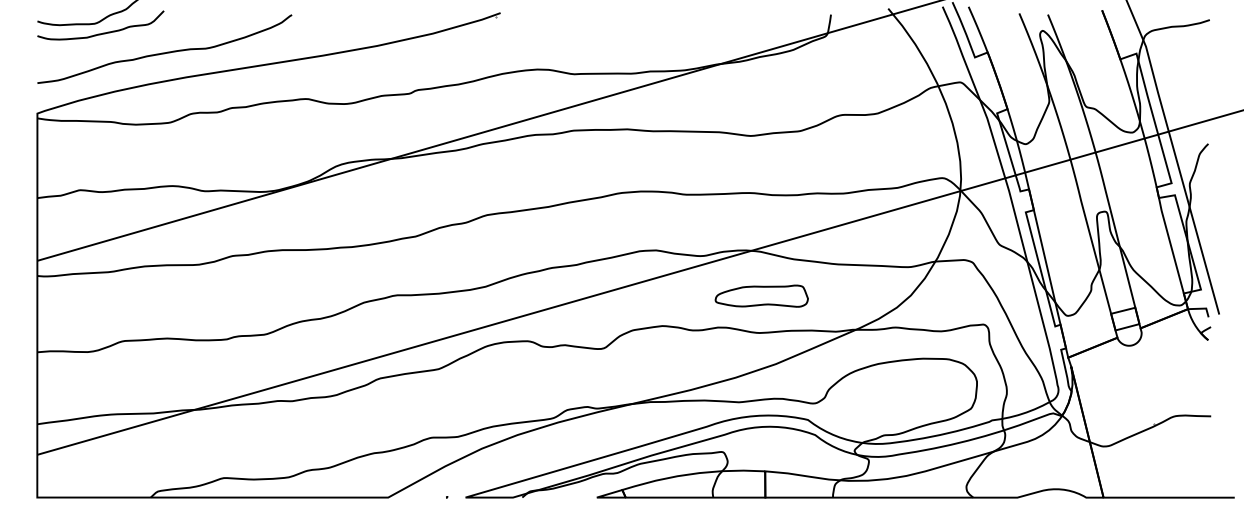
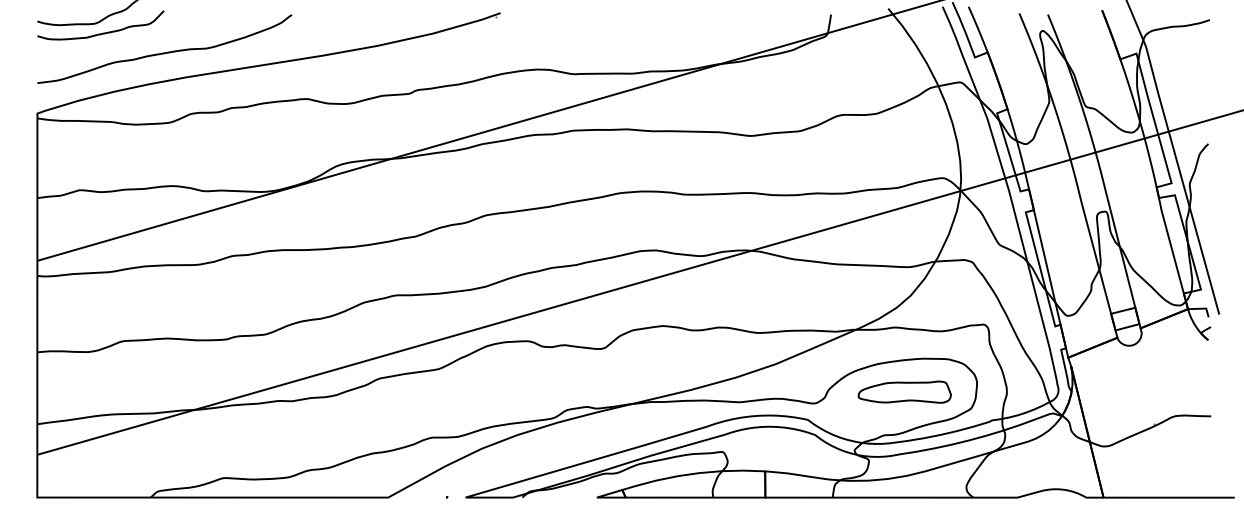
part at (761, 295) position: (761, 295) -> (904, 391)
